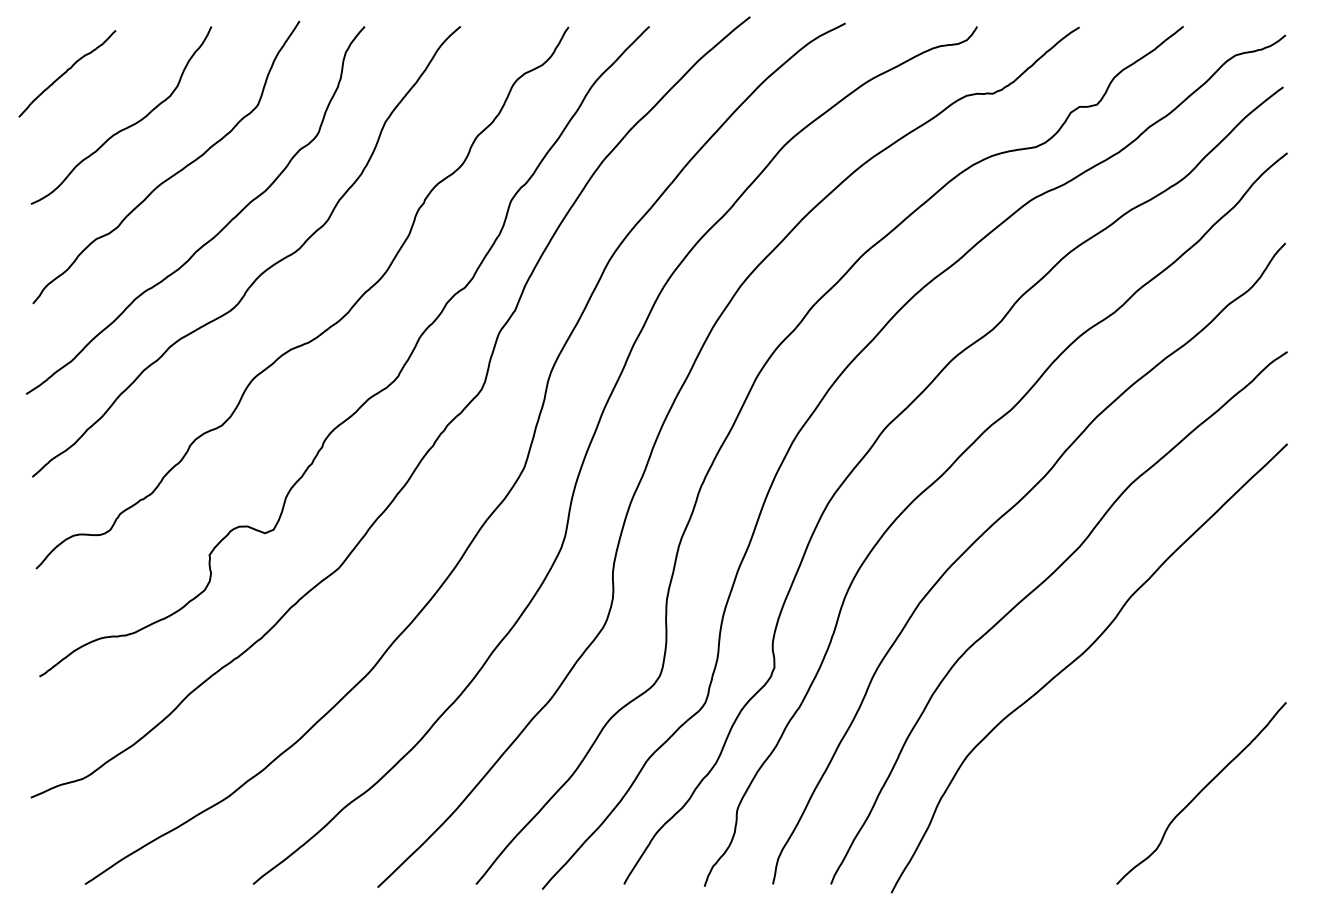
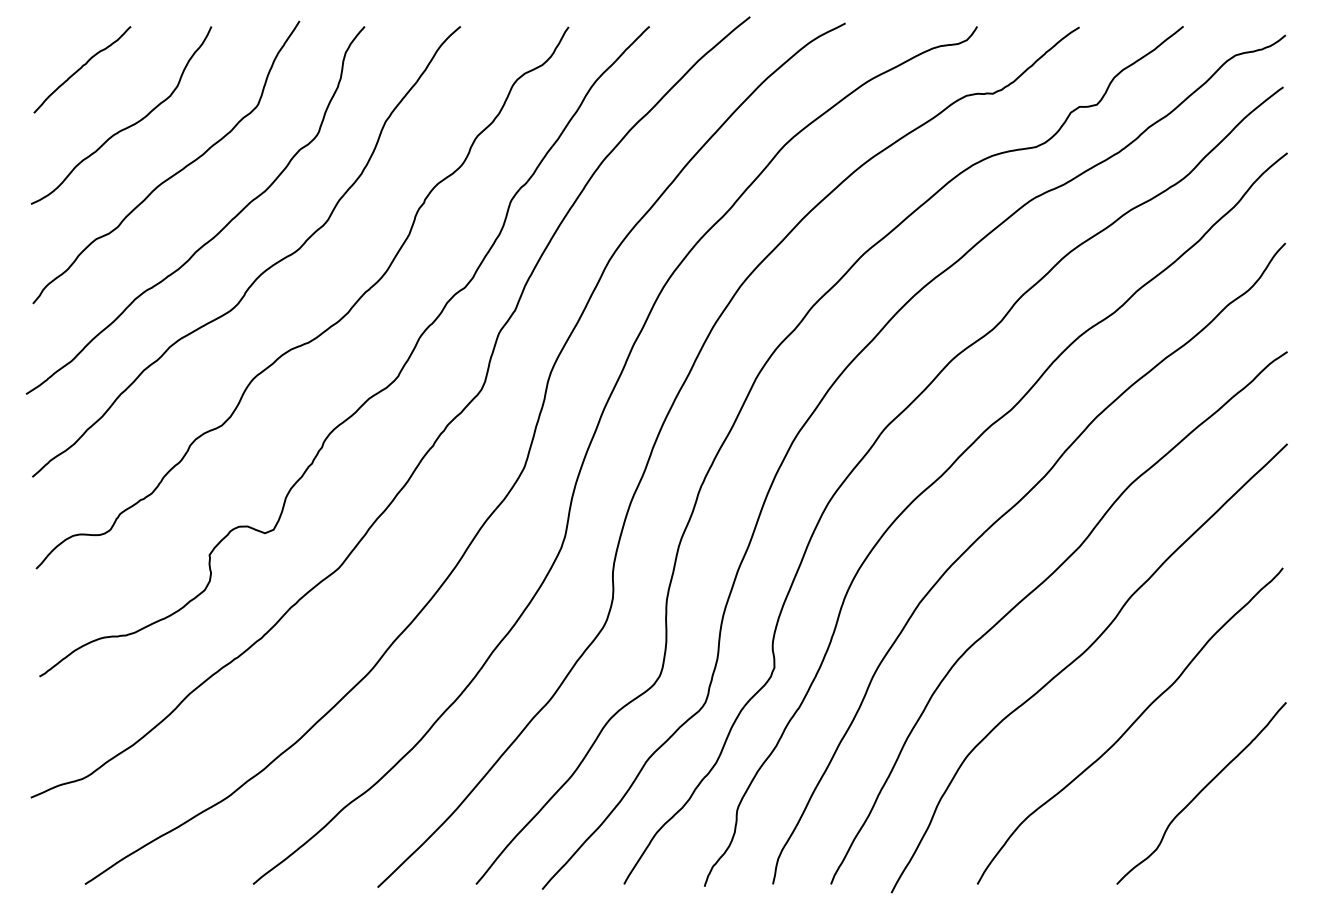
curve at (66, 72) position: (66, 72) -> (81, 68)
curve at (1130, 725): none -> present
